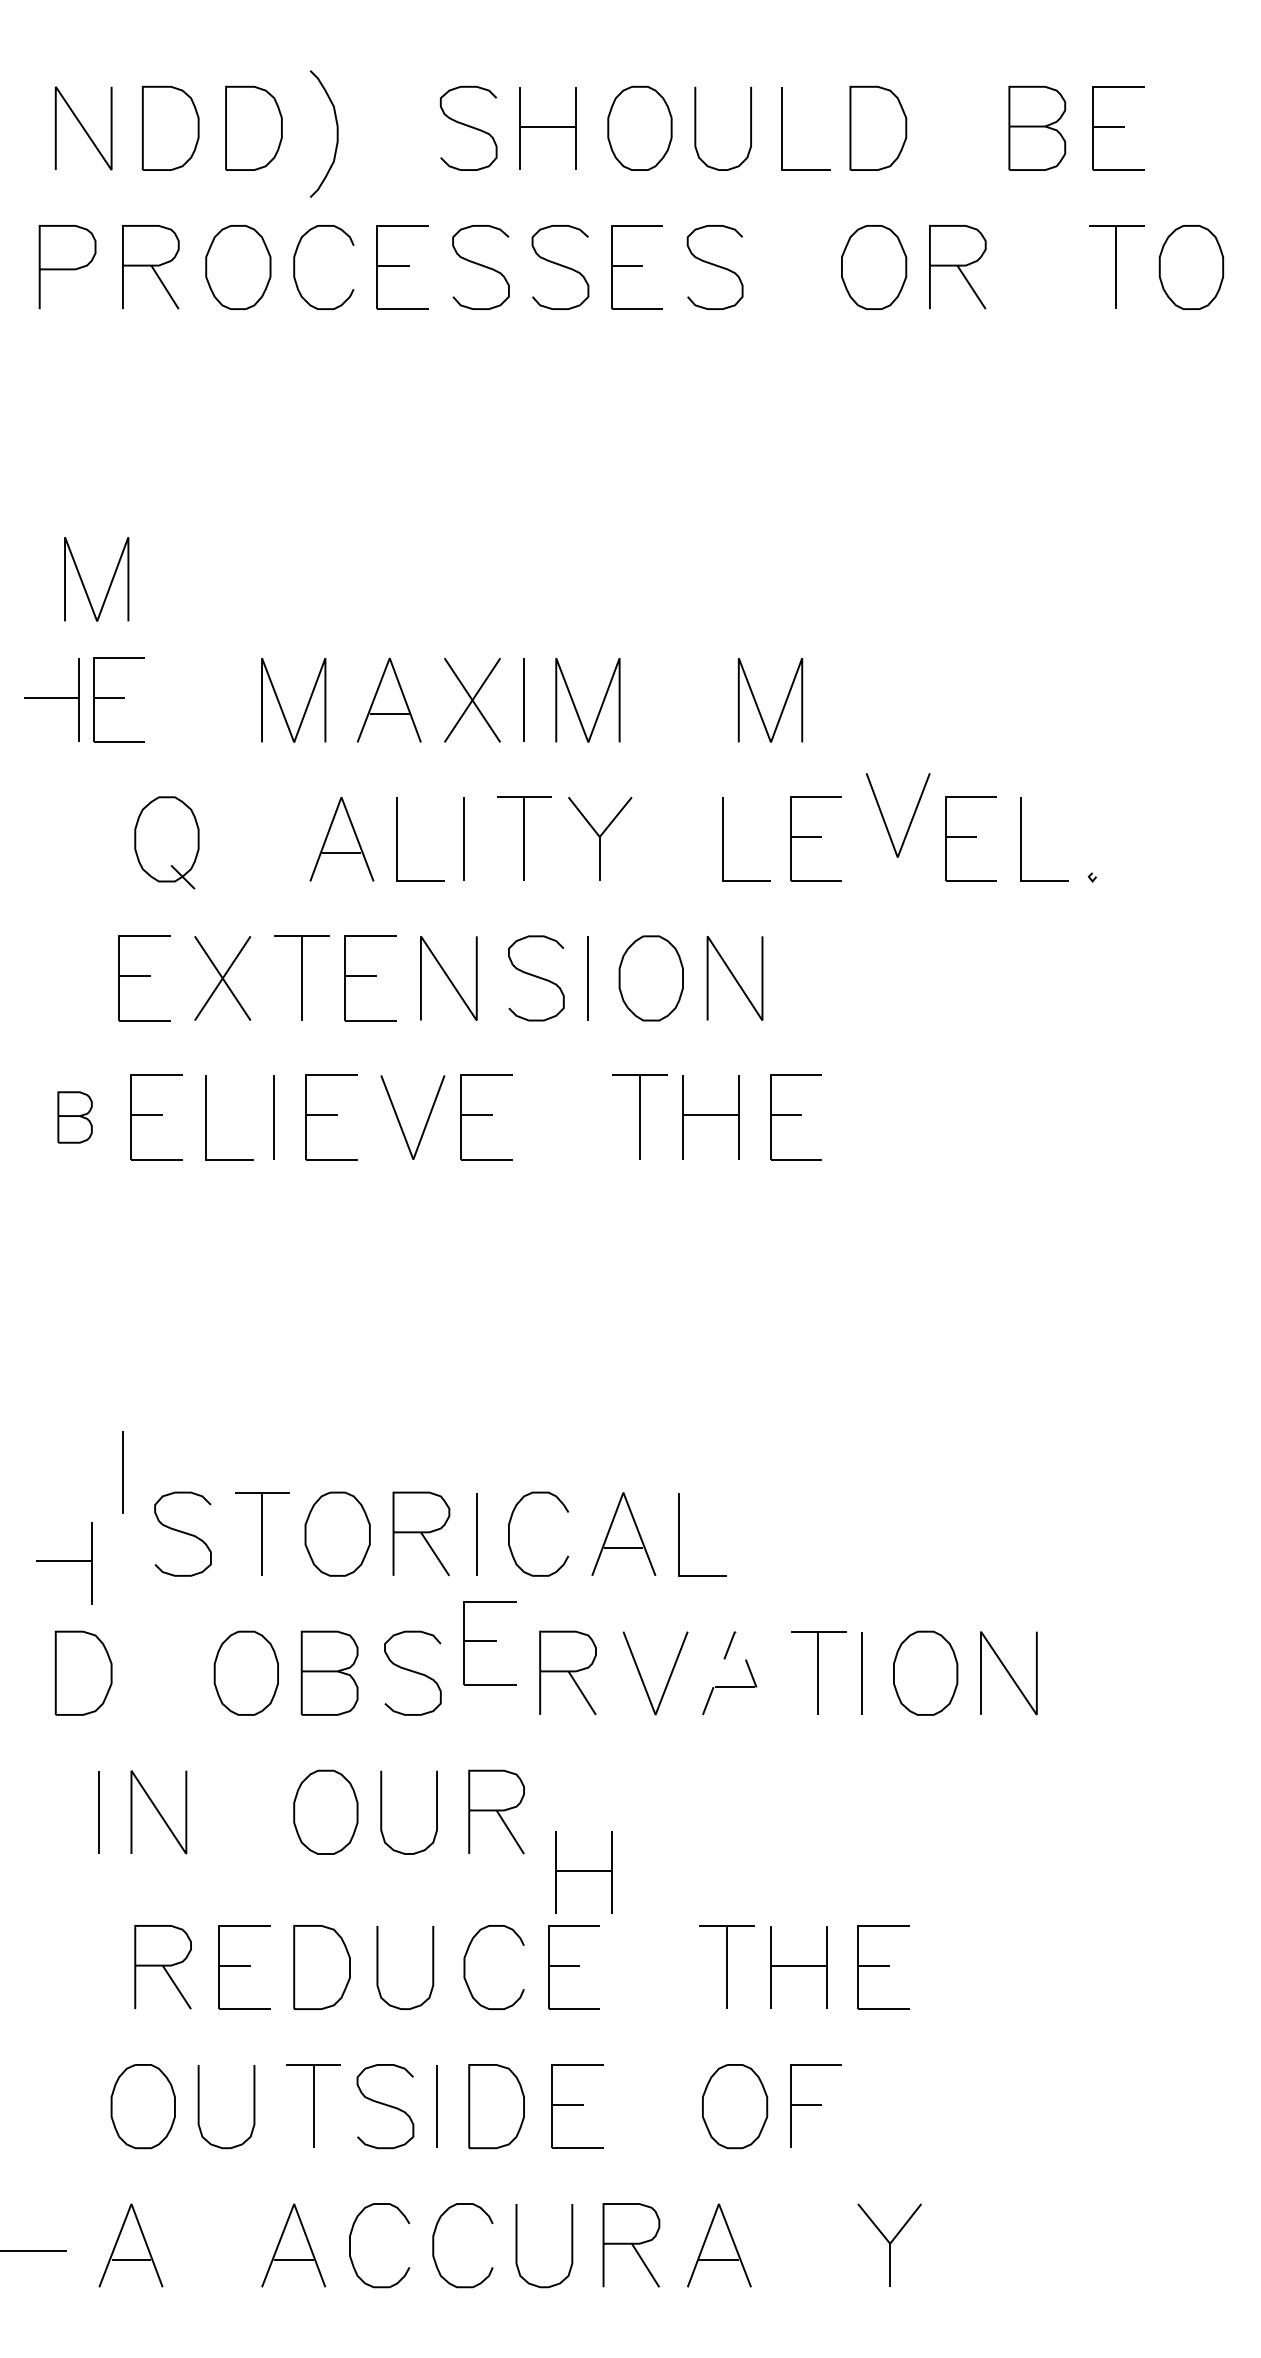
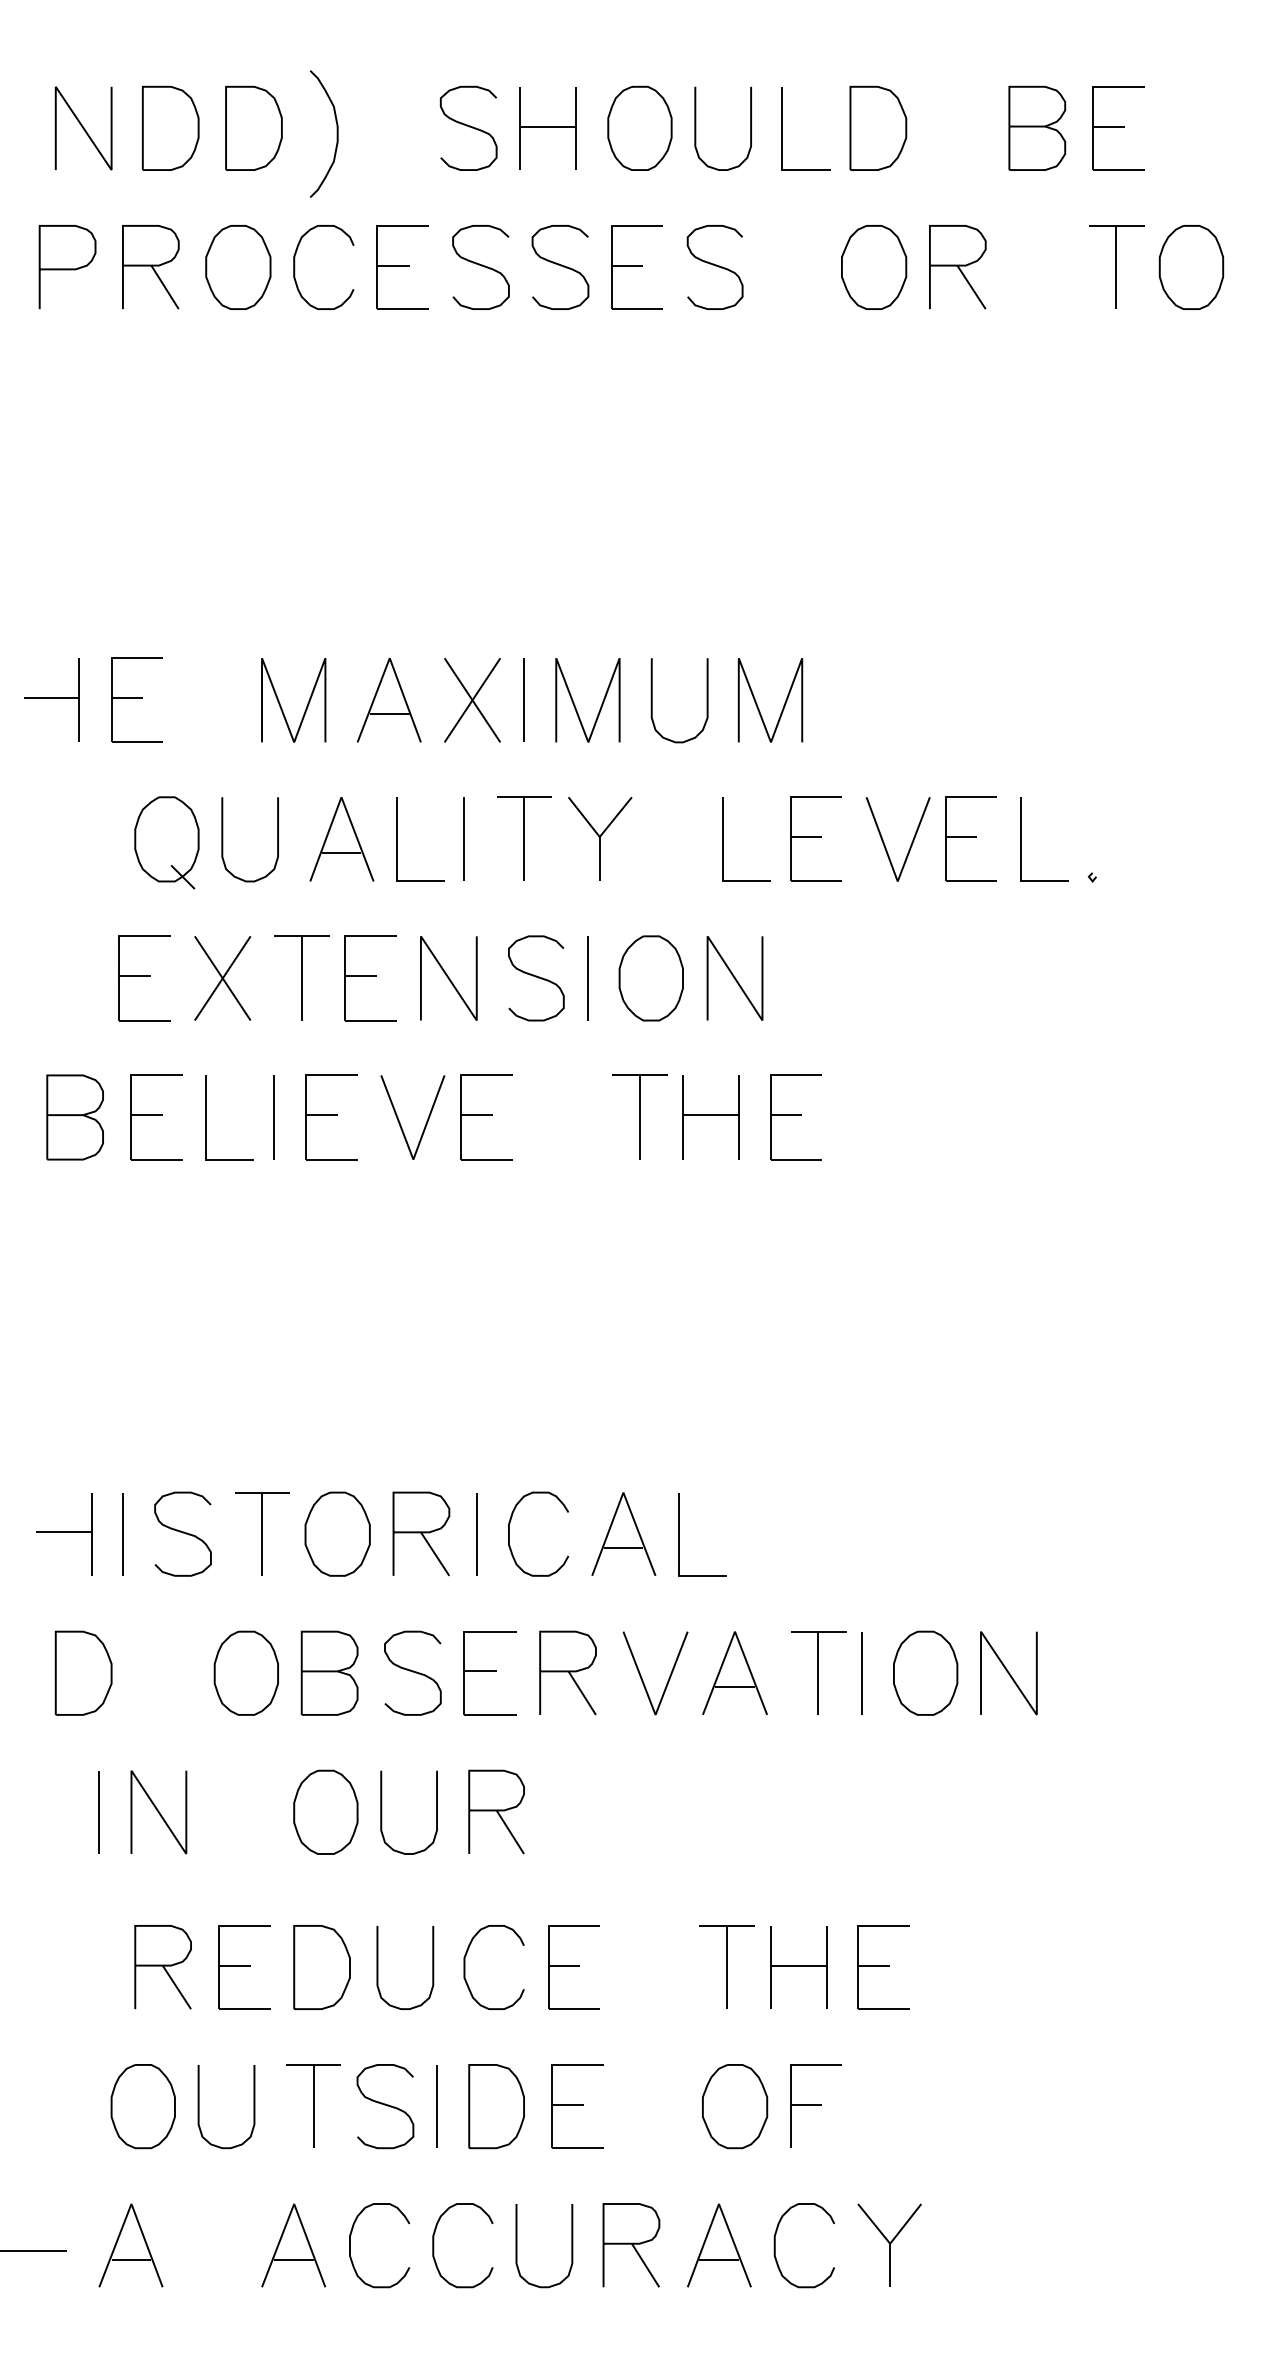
line at (84, 584): present -> none
part at (118, 699) position: (118, 699) -> (136, 699)
curve at (652, 700): none -> present
line at (884, 818) position: (884, 818) -> (884, 842)
curve at (223, 839): none -> present
part at (74, 1117) size: 36x53 px -> 58x87 px
line at (122, 1472) position: (122, 1472) -> (122, 1534)
part at (64, 1563) position: (64, 1563) -> (64, 1534)
line at (735, 1631): dashed -> solid
part at (489, 1643) position: (489, 1643) -> (489, 1673)
part at (583, 1872): present -> none
curve at (775, 2245): none -> present
